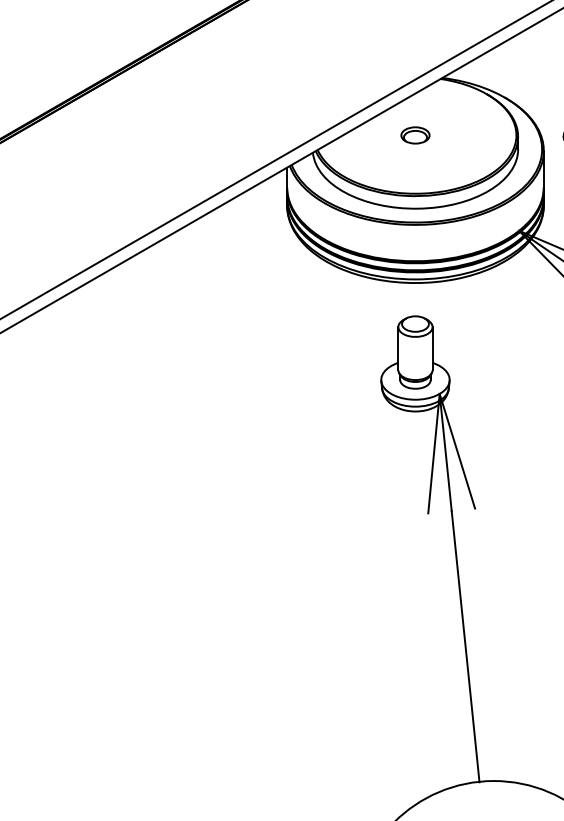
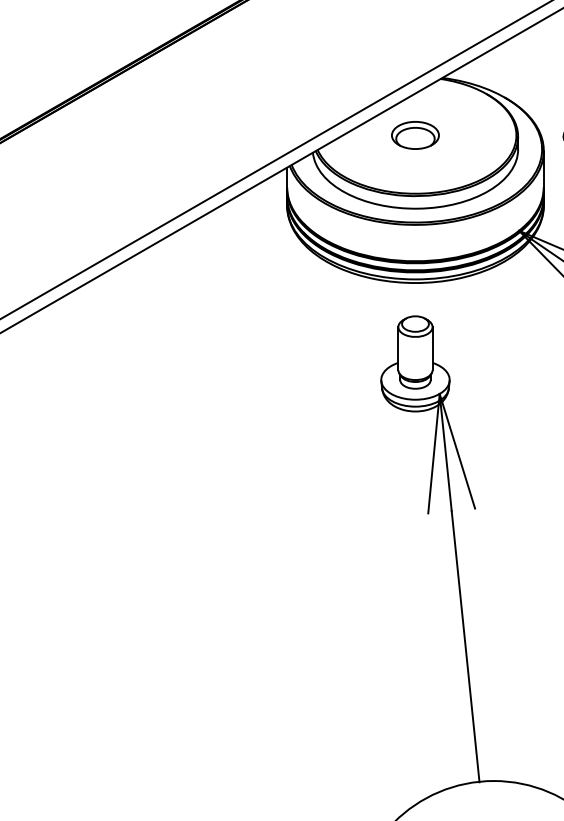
part at (415, 135) size: 31x19 px -> 49x29 px
